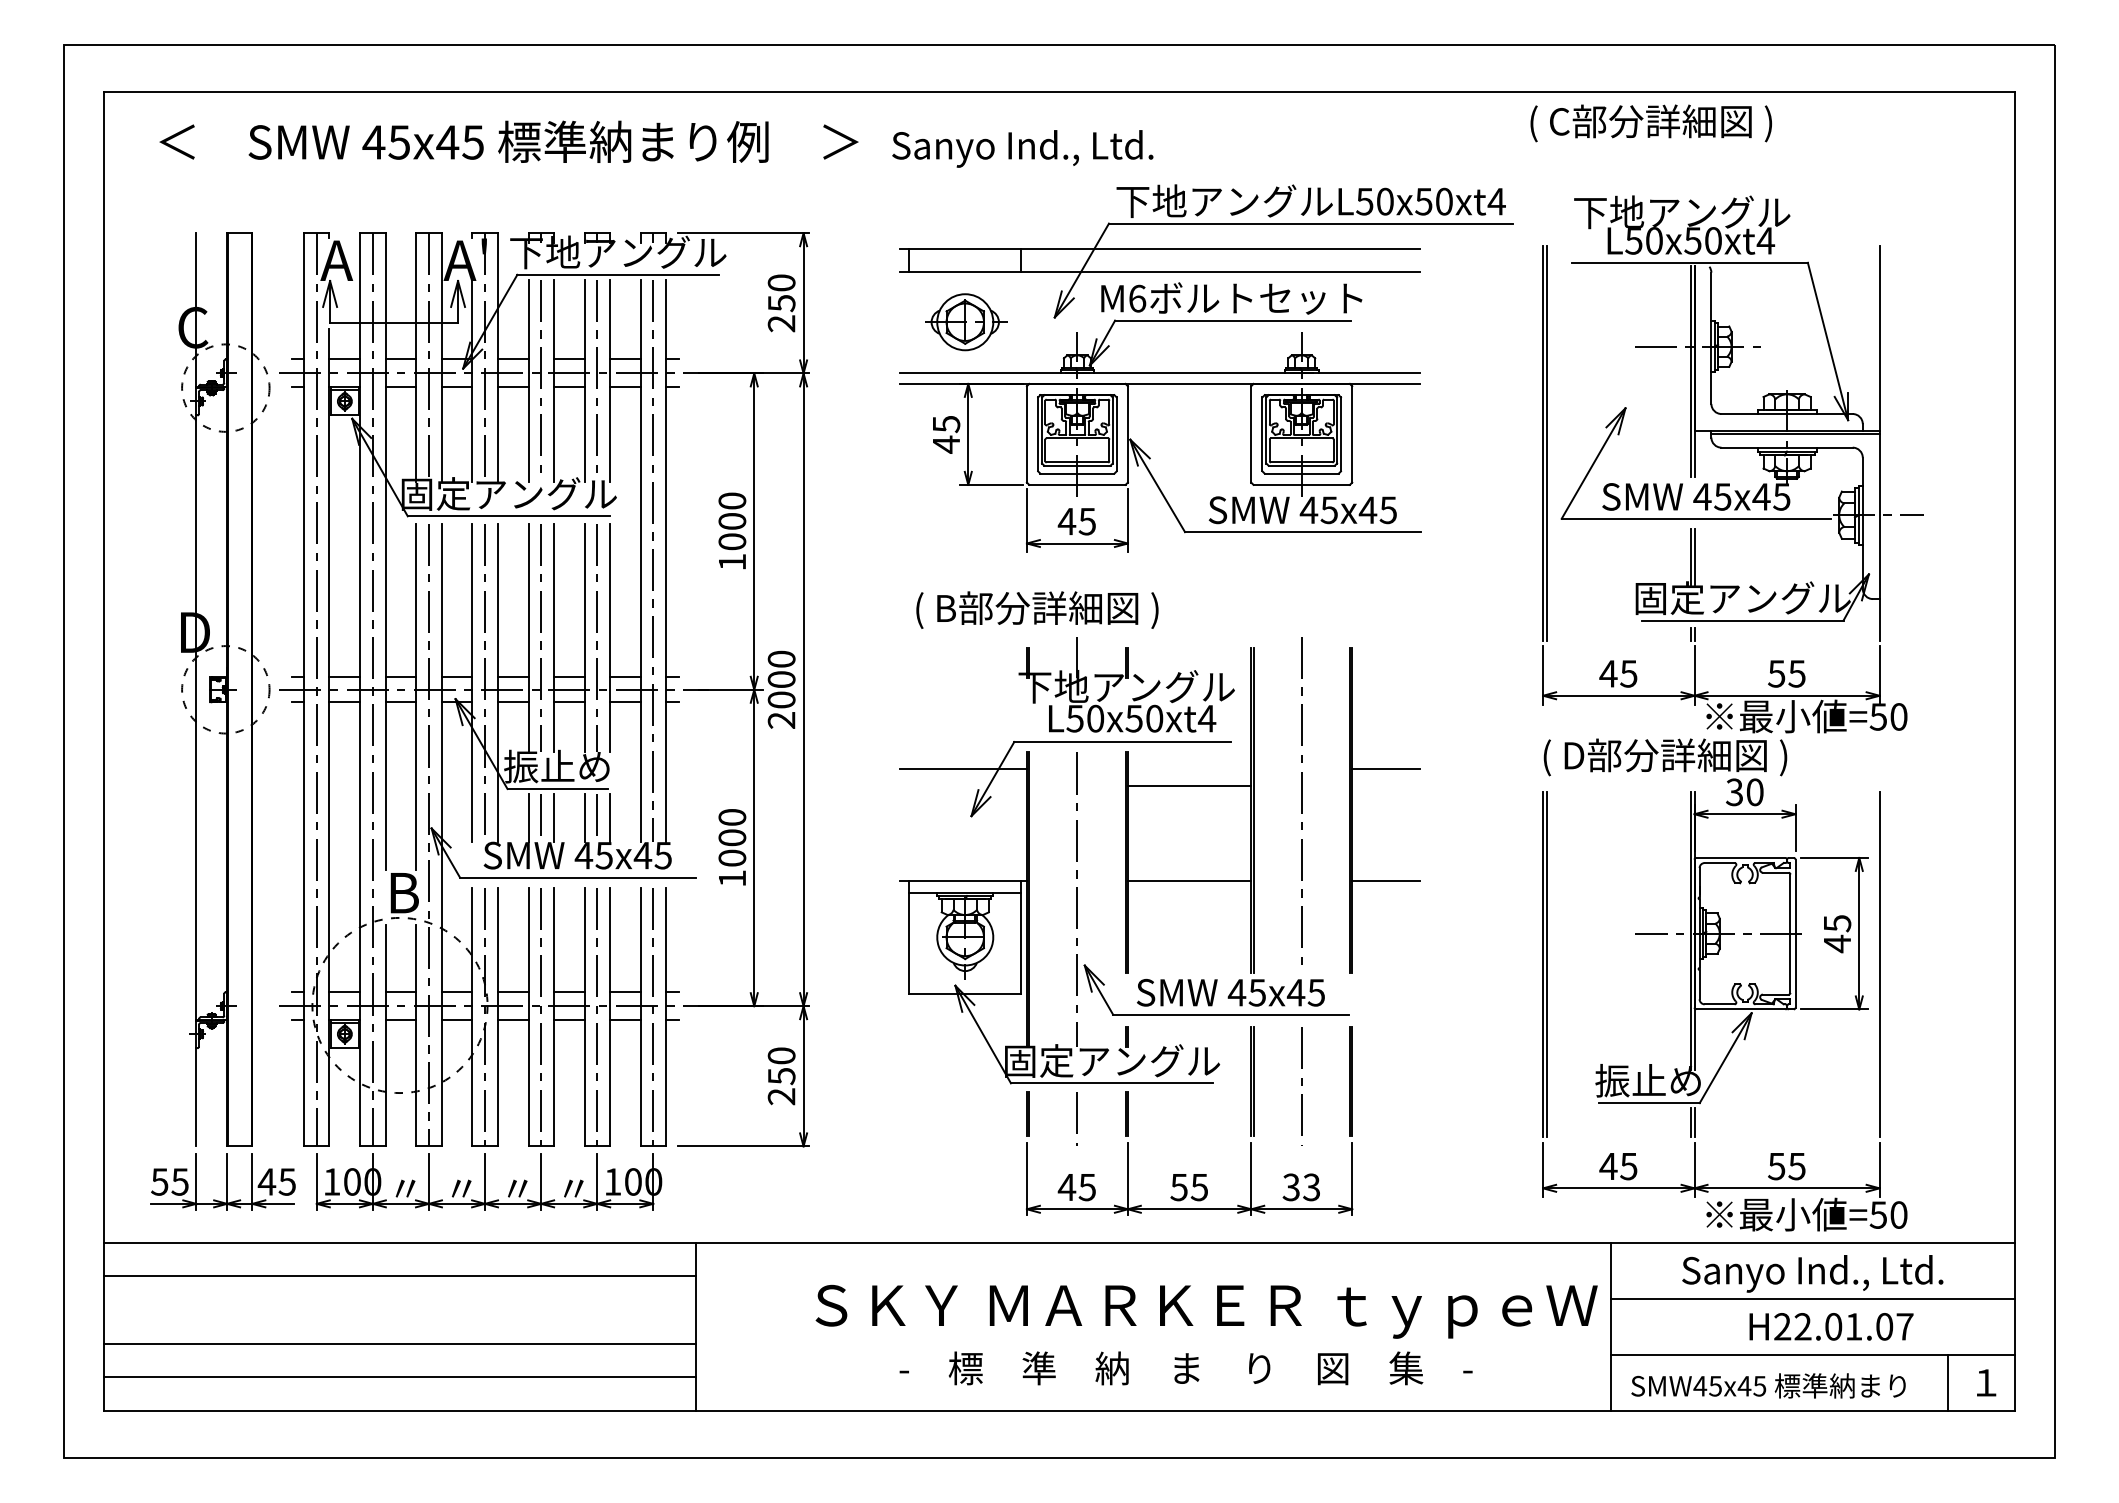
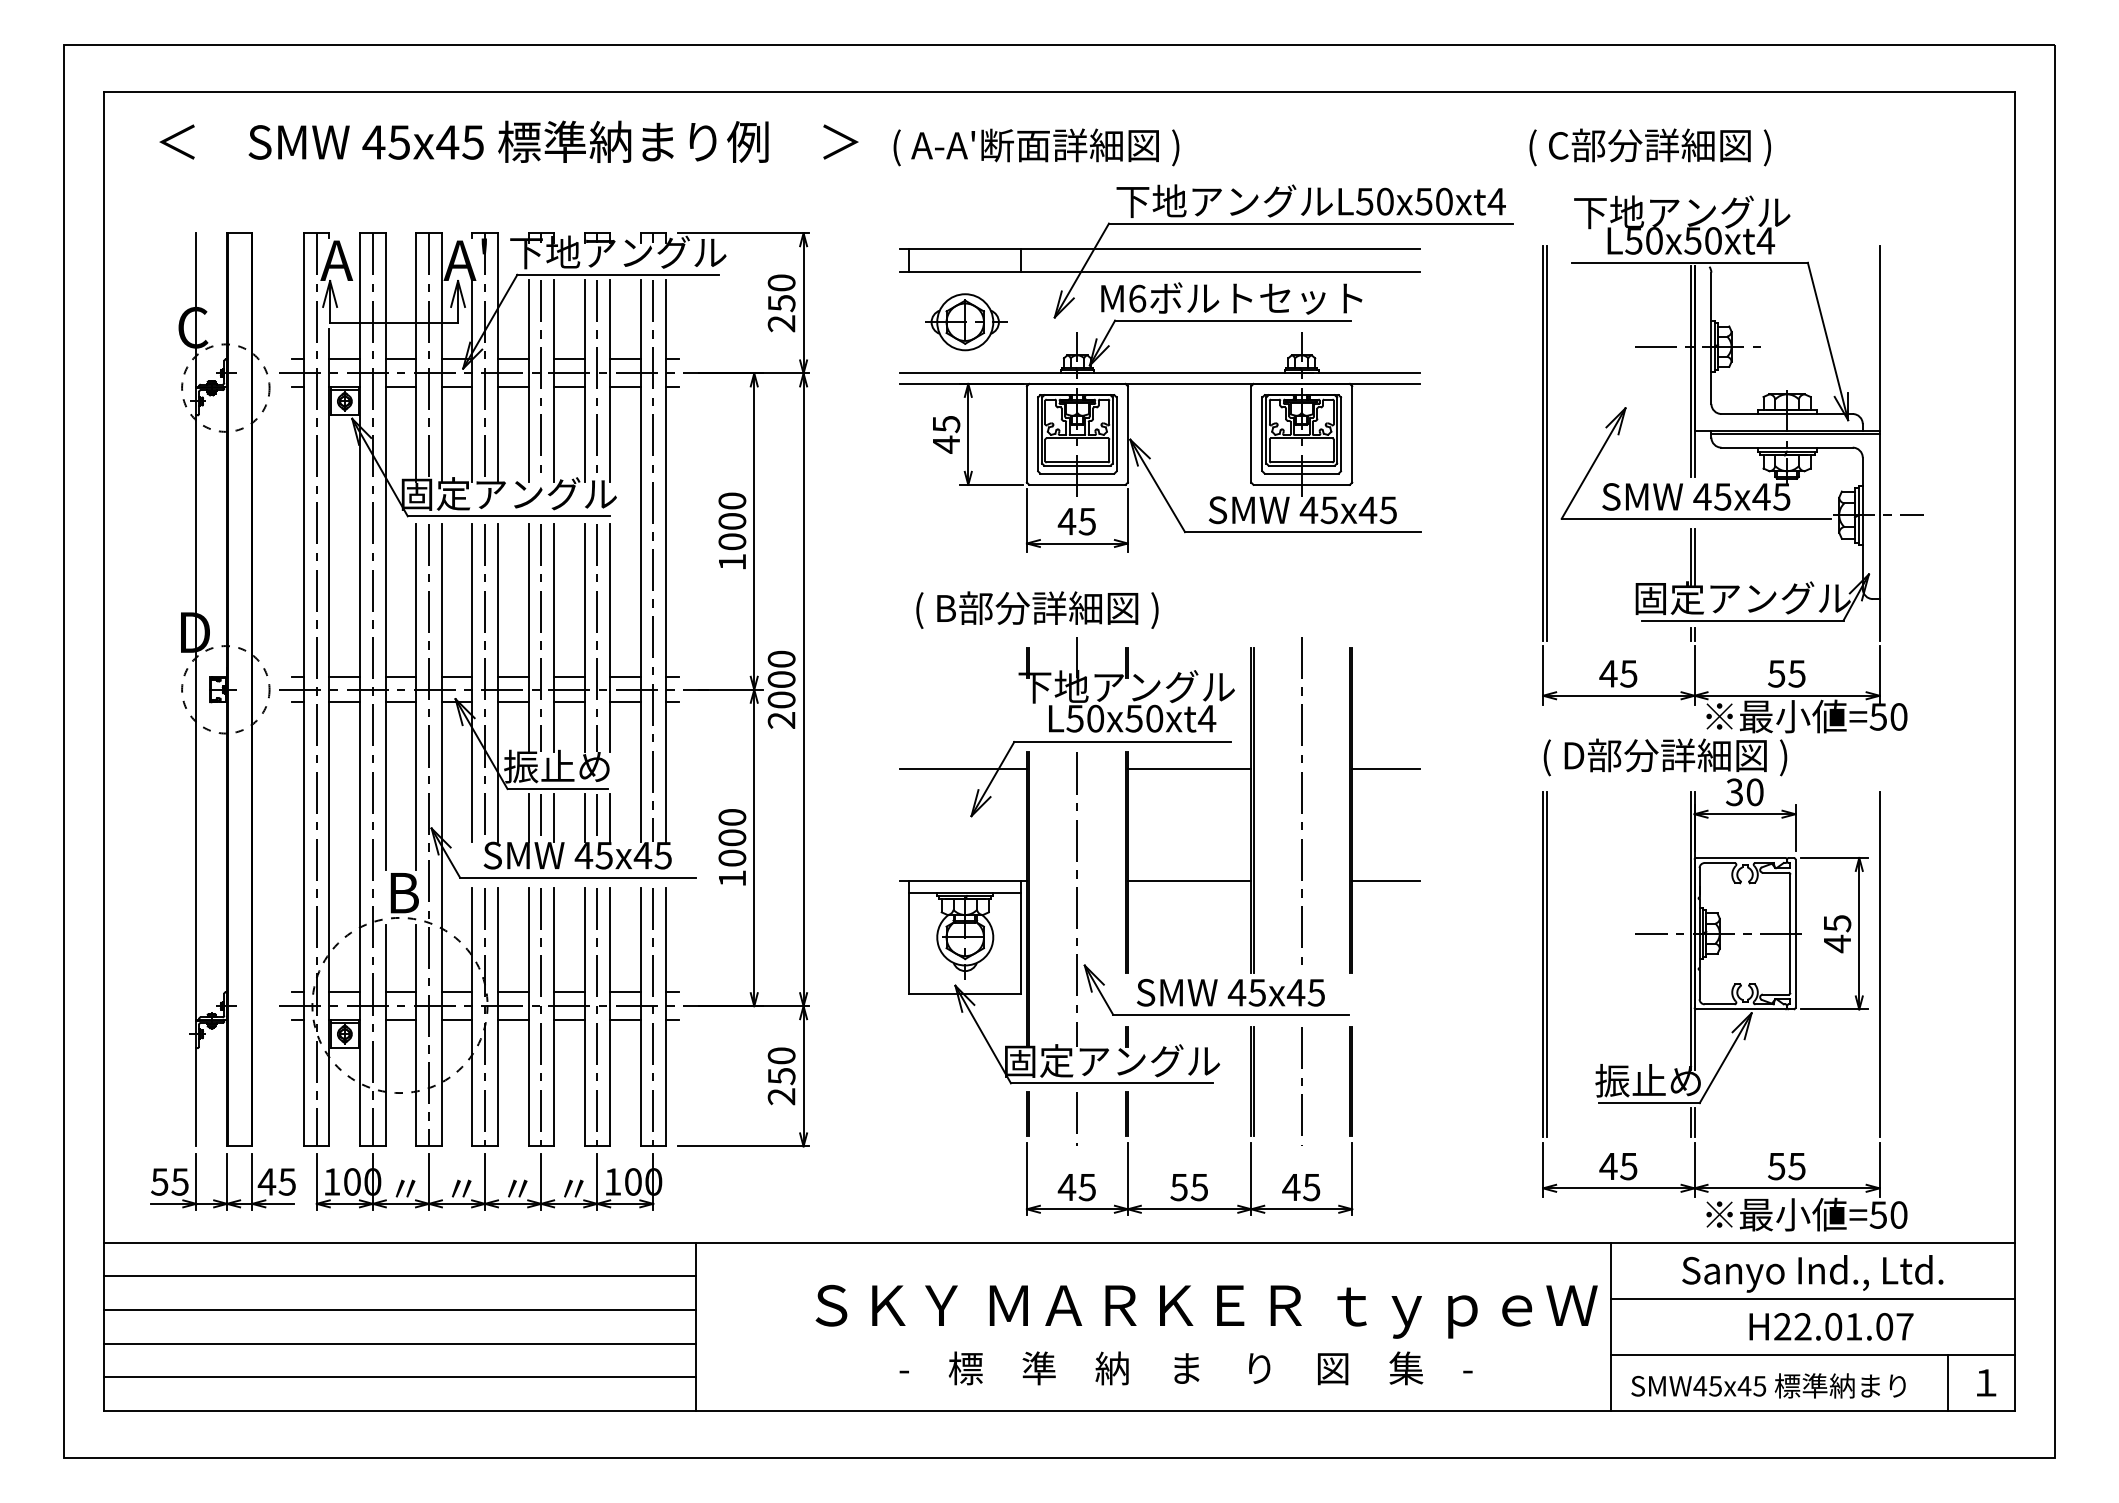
text at (1650, 123) position: (1650, 123) -> (1649, 147)
text at (1035, 147): Sanyo Ind., Ltd. -> ( A-A'断面詳細図 )
line at (1189, 786) position: (1189, 786) -> (1189, 769)
text at (1301, 1187): 33 -> 45
line at (399, 1310): none -> present
